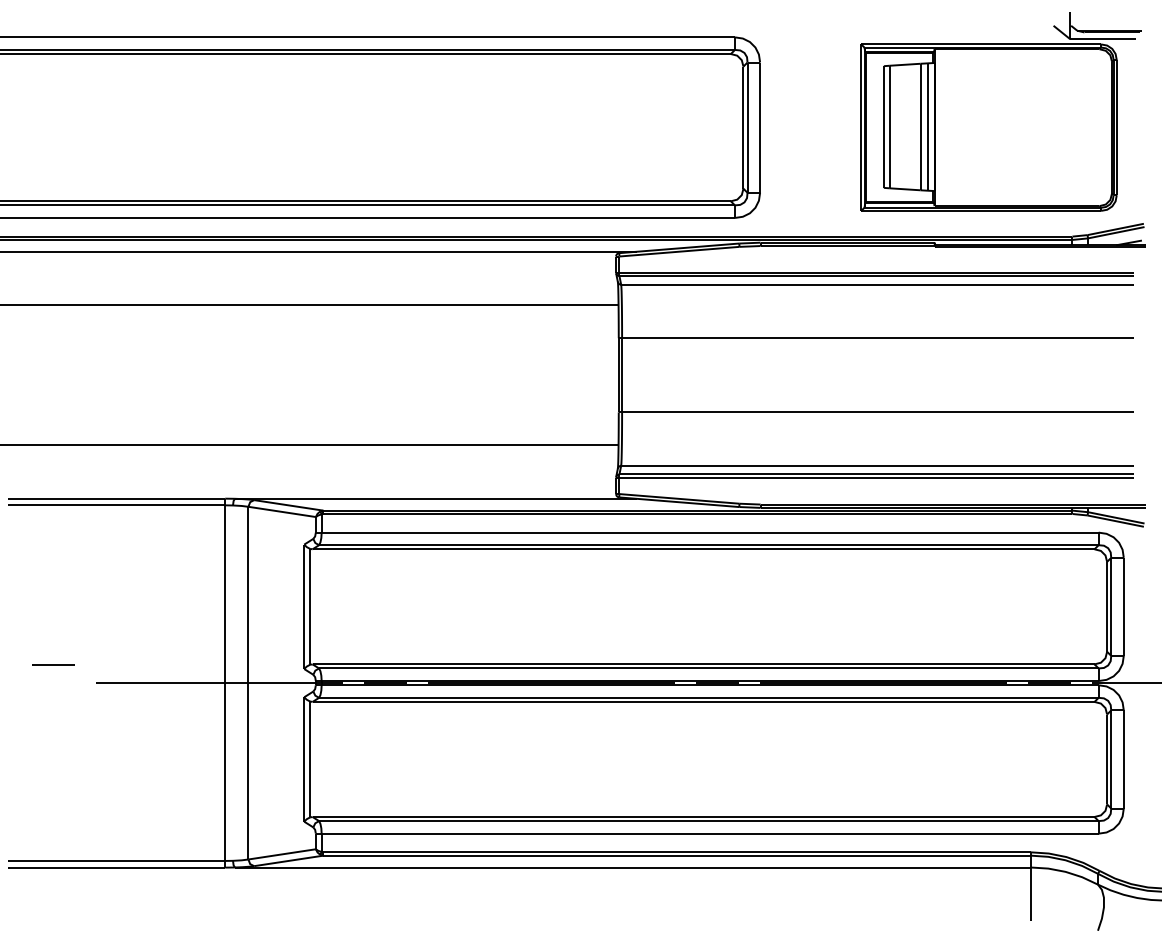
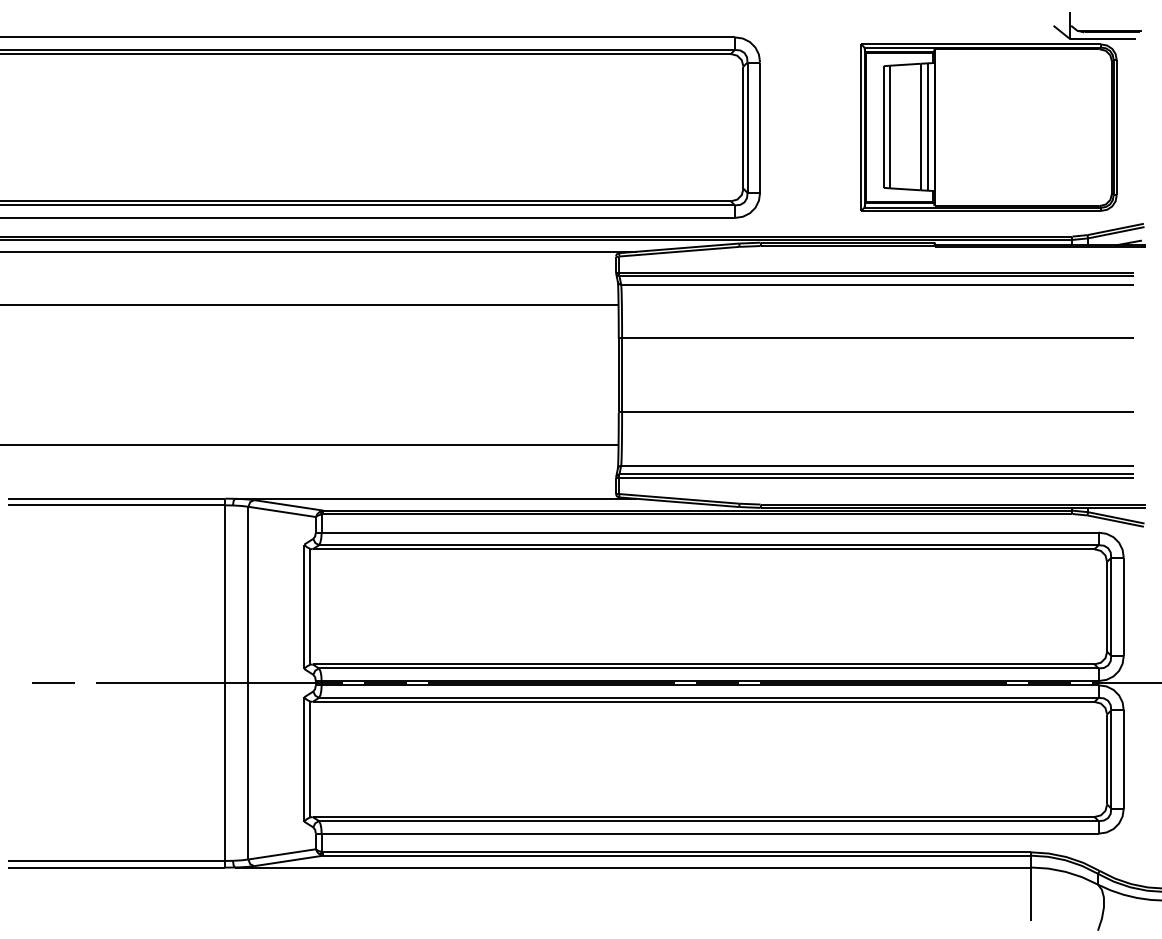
line at (53, 664) position: (53, 664) -> (53, 682)
